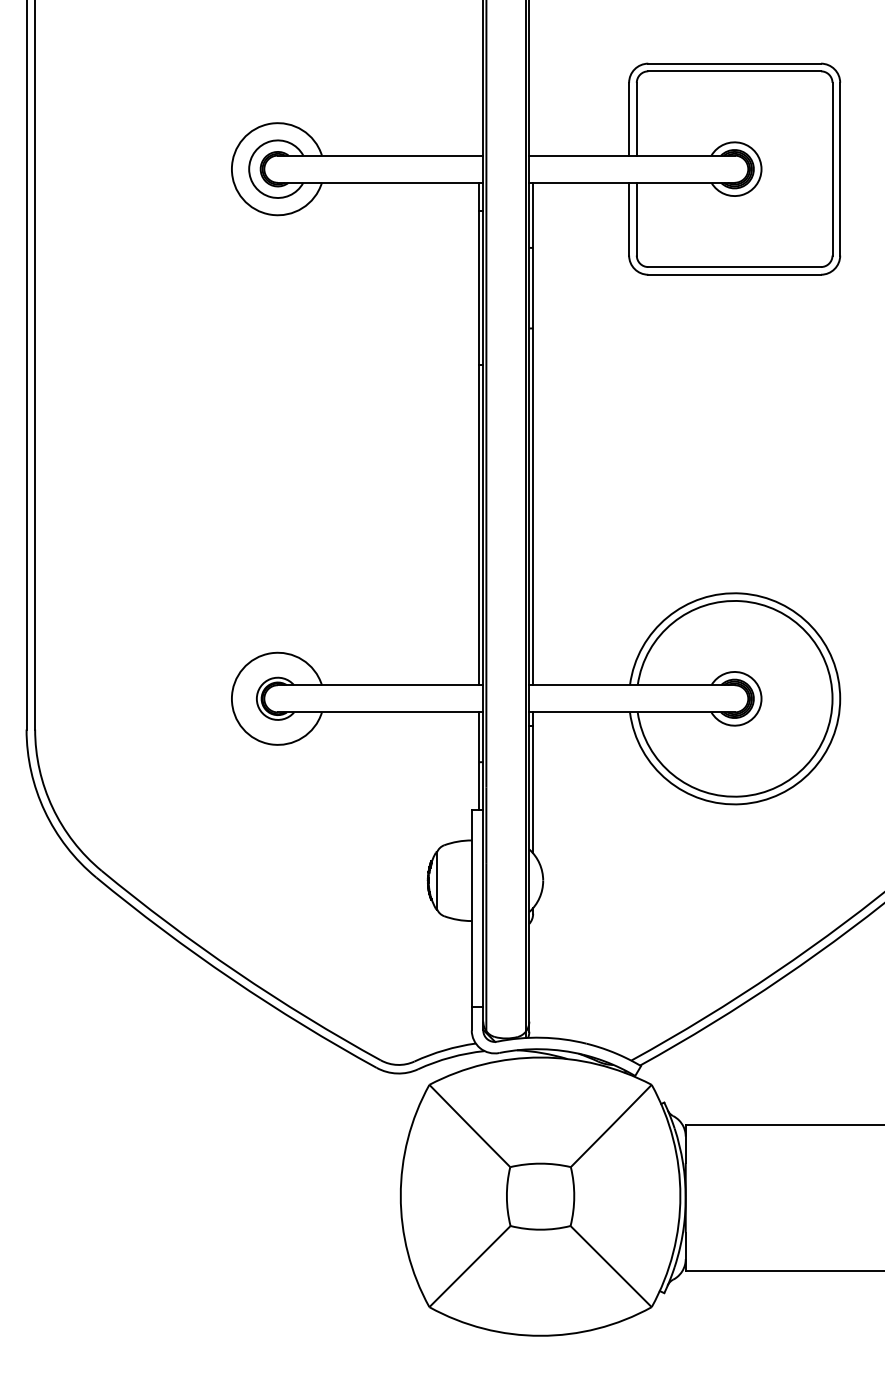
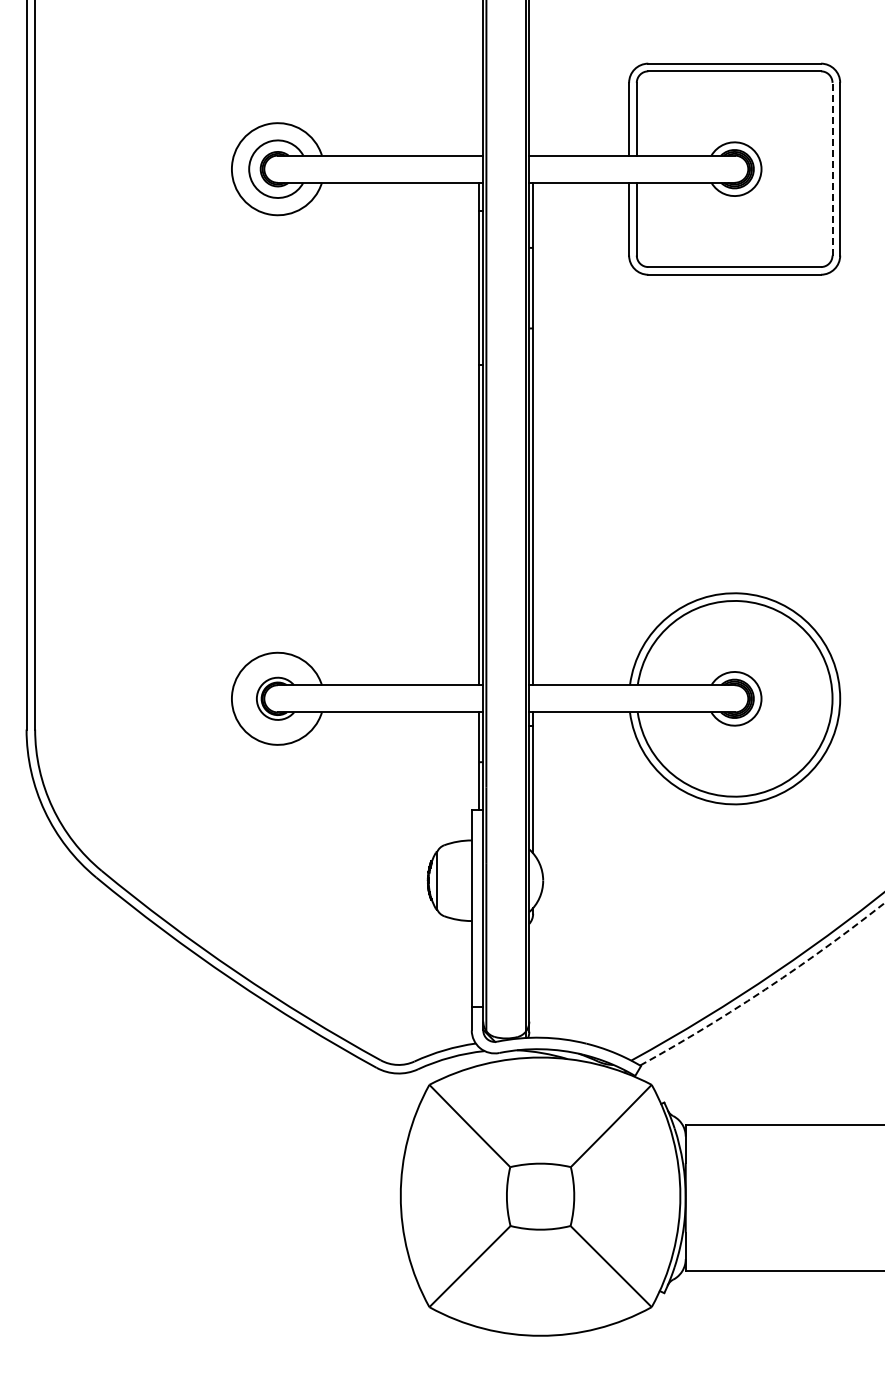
line at (832, 168): solid -> dashed
arc at (766, 988): solid -> dashed
